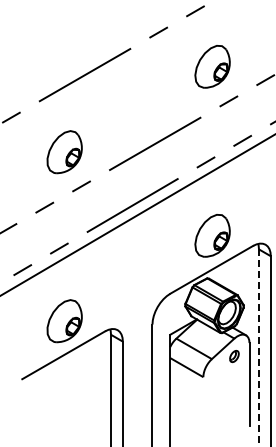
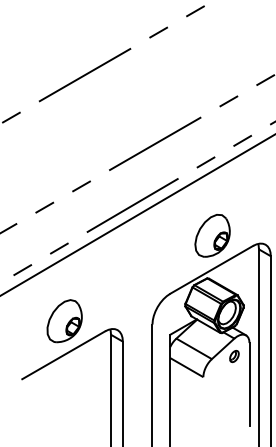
part at (212, 66): present -> none
part at (64, 152): present -> none
line at (258, 348): dashed -> solid
